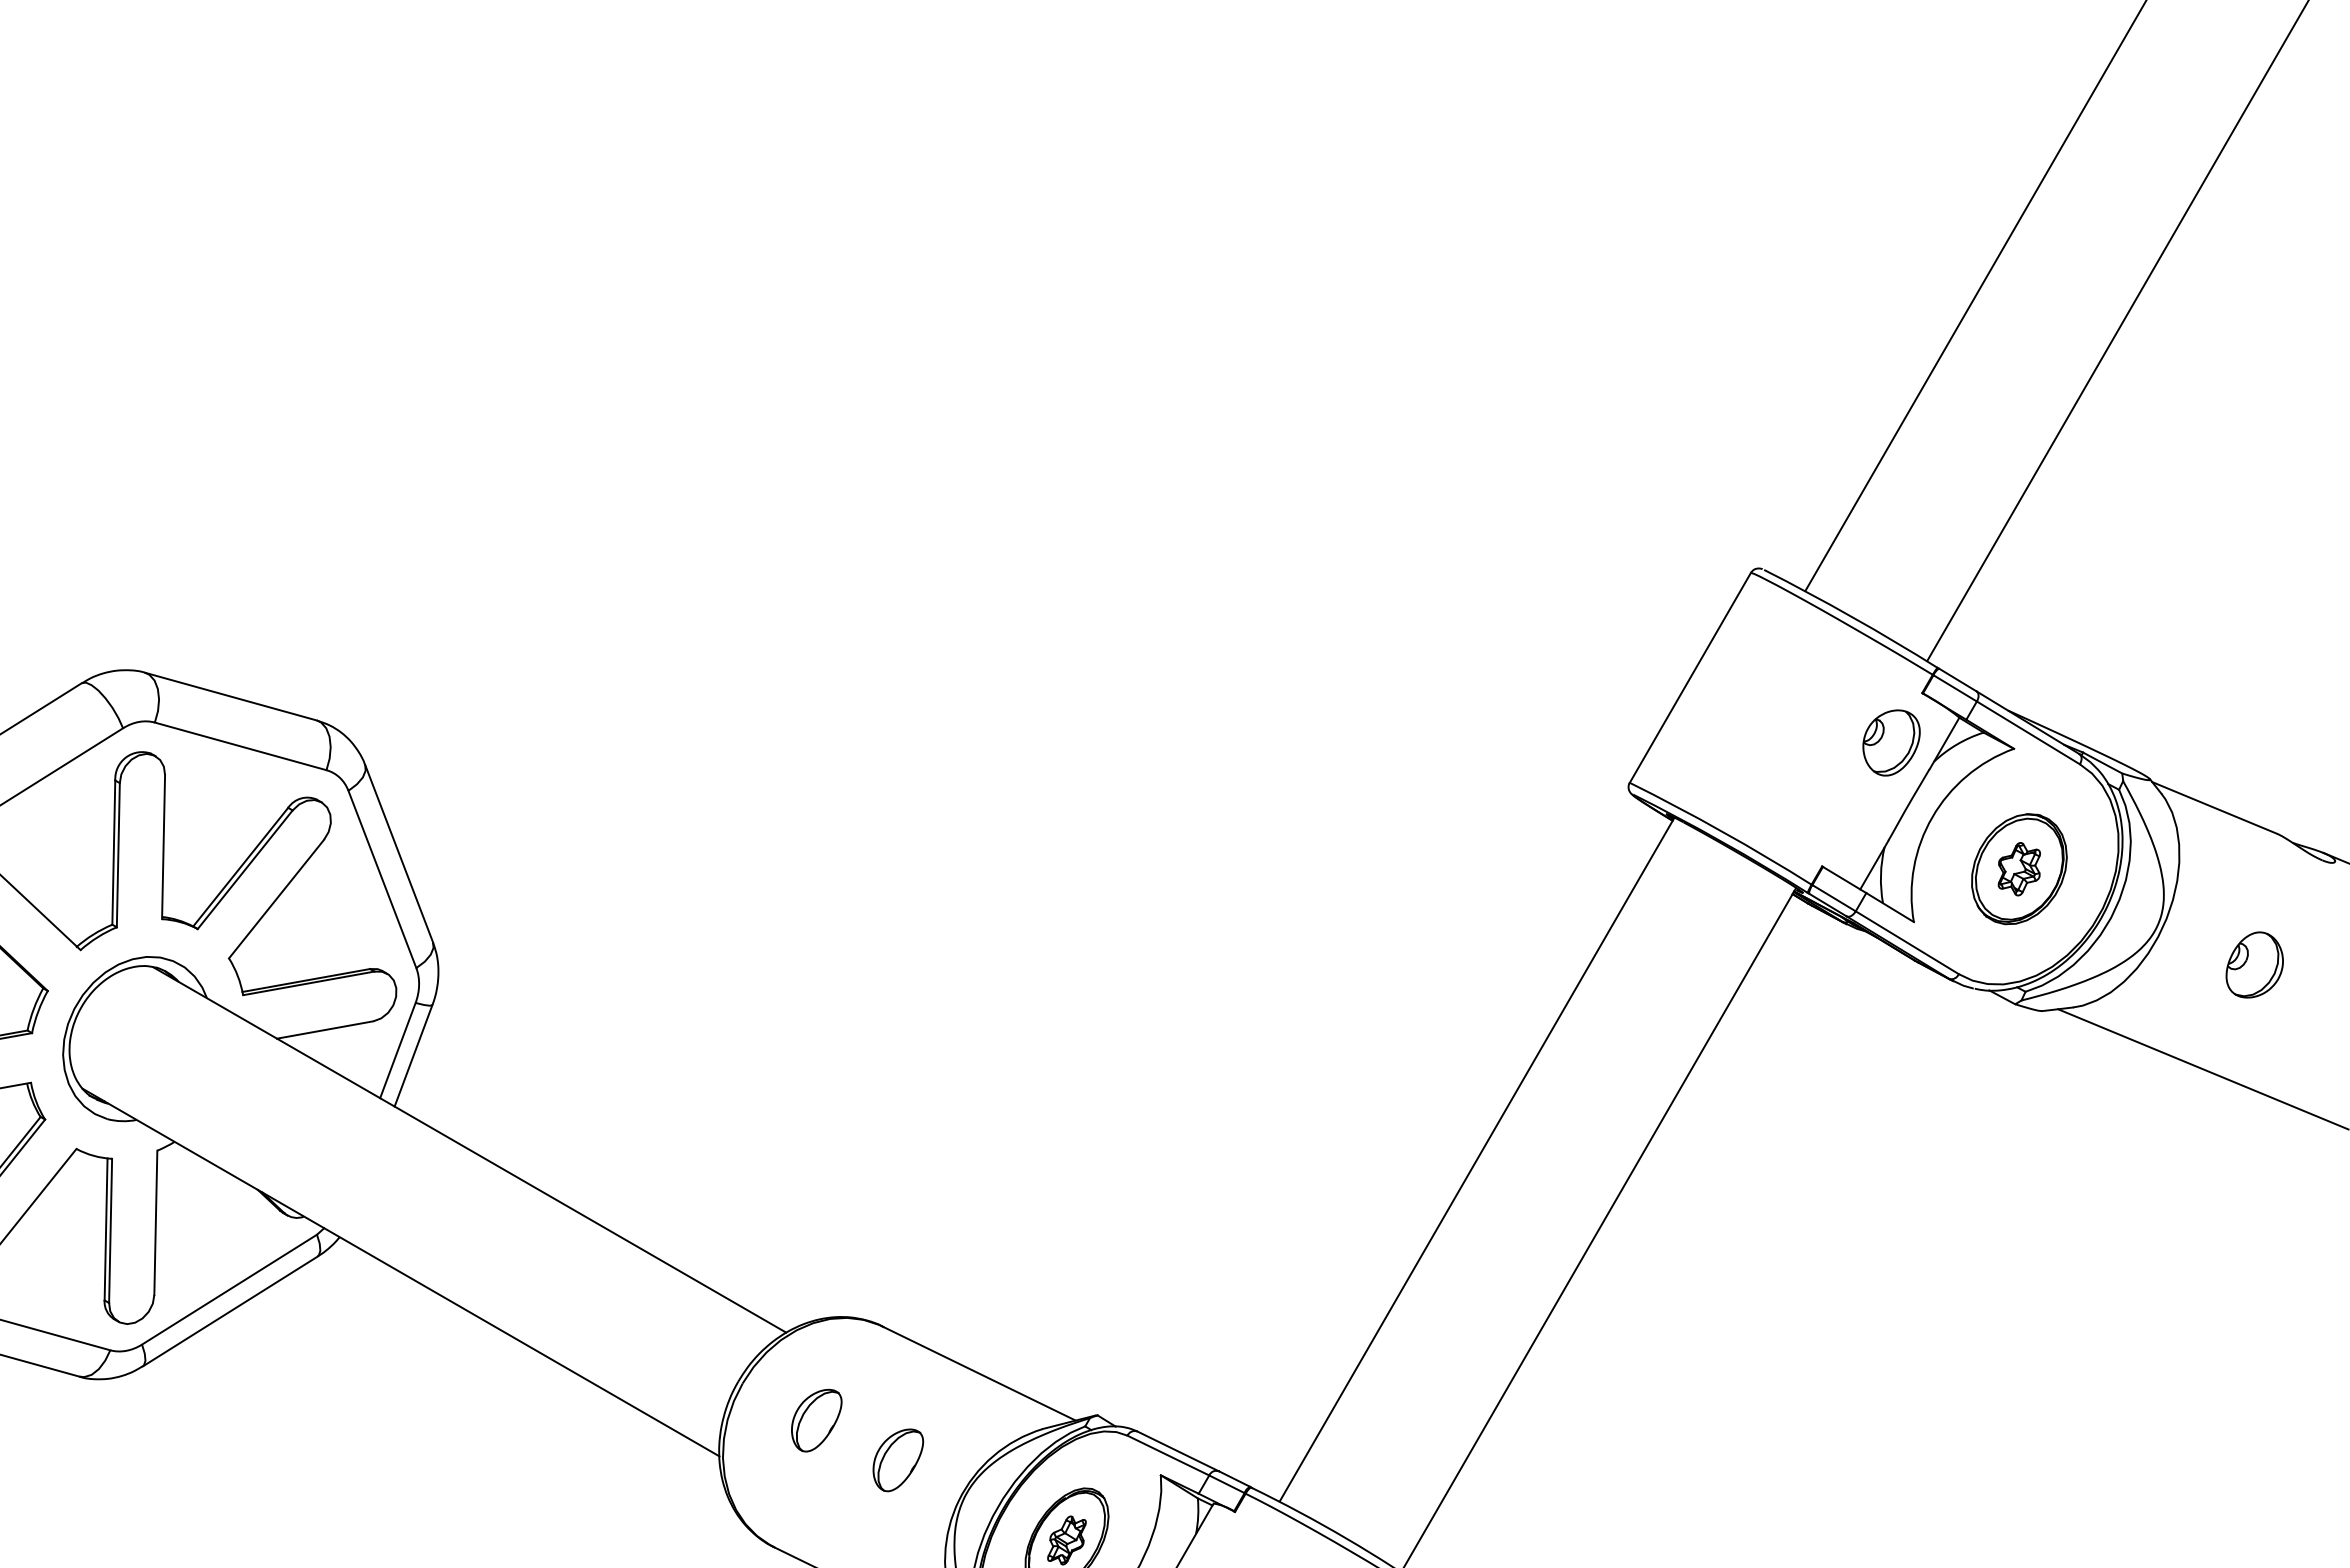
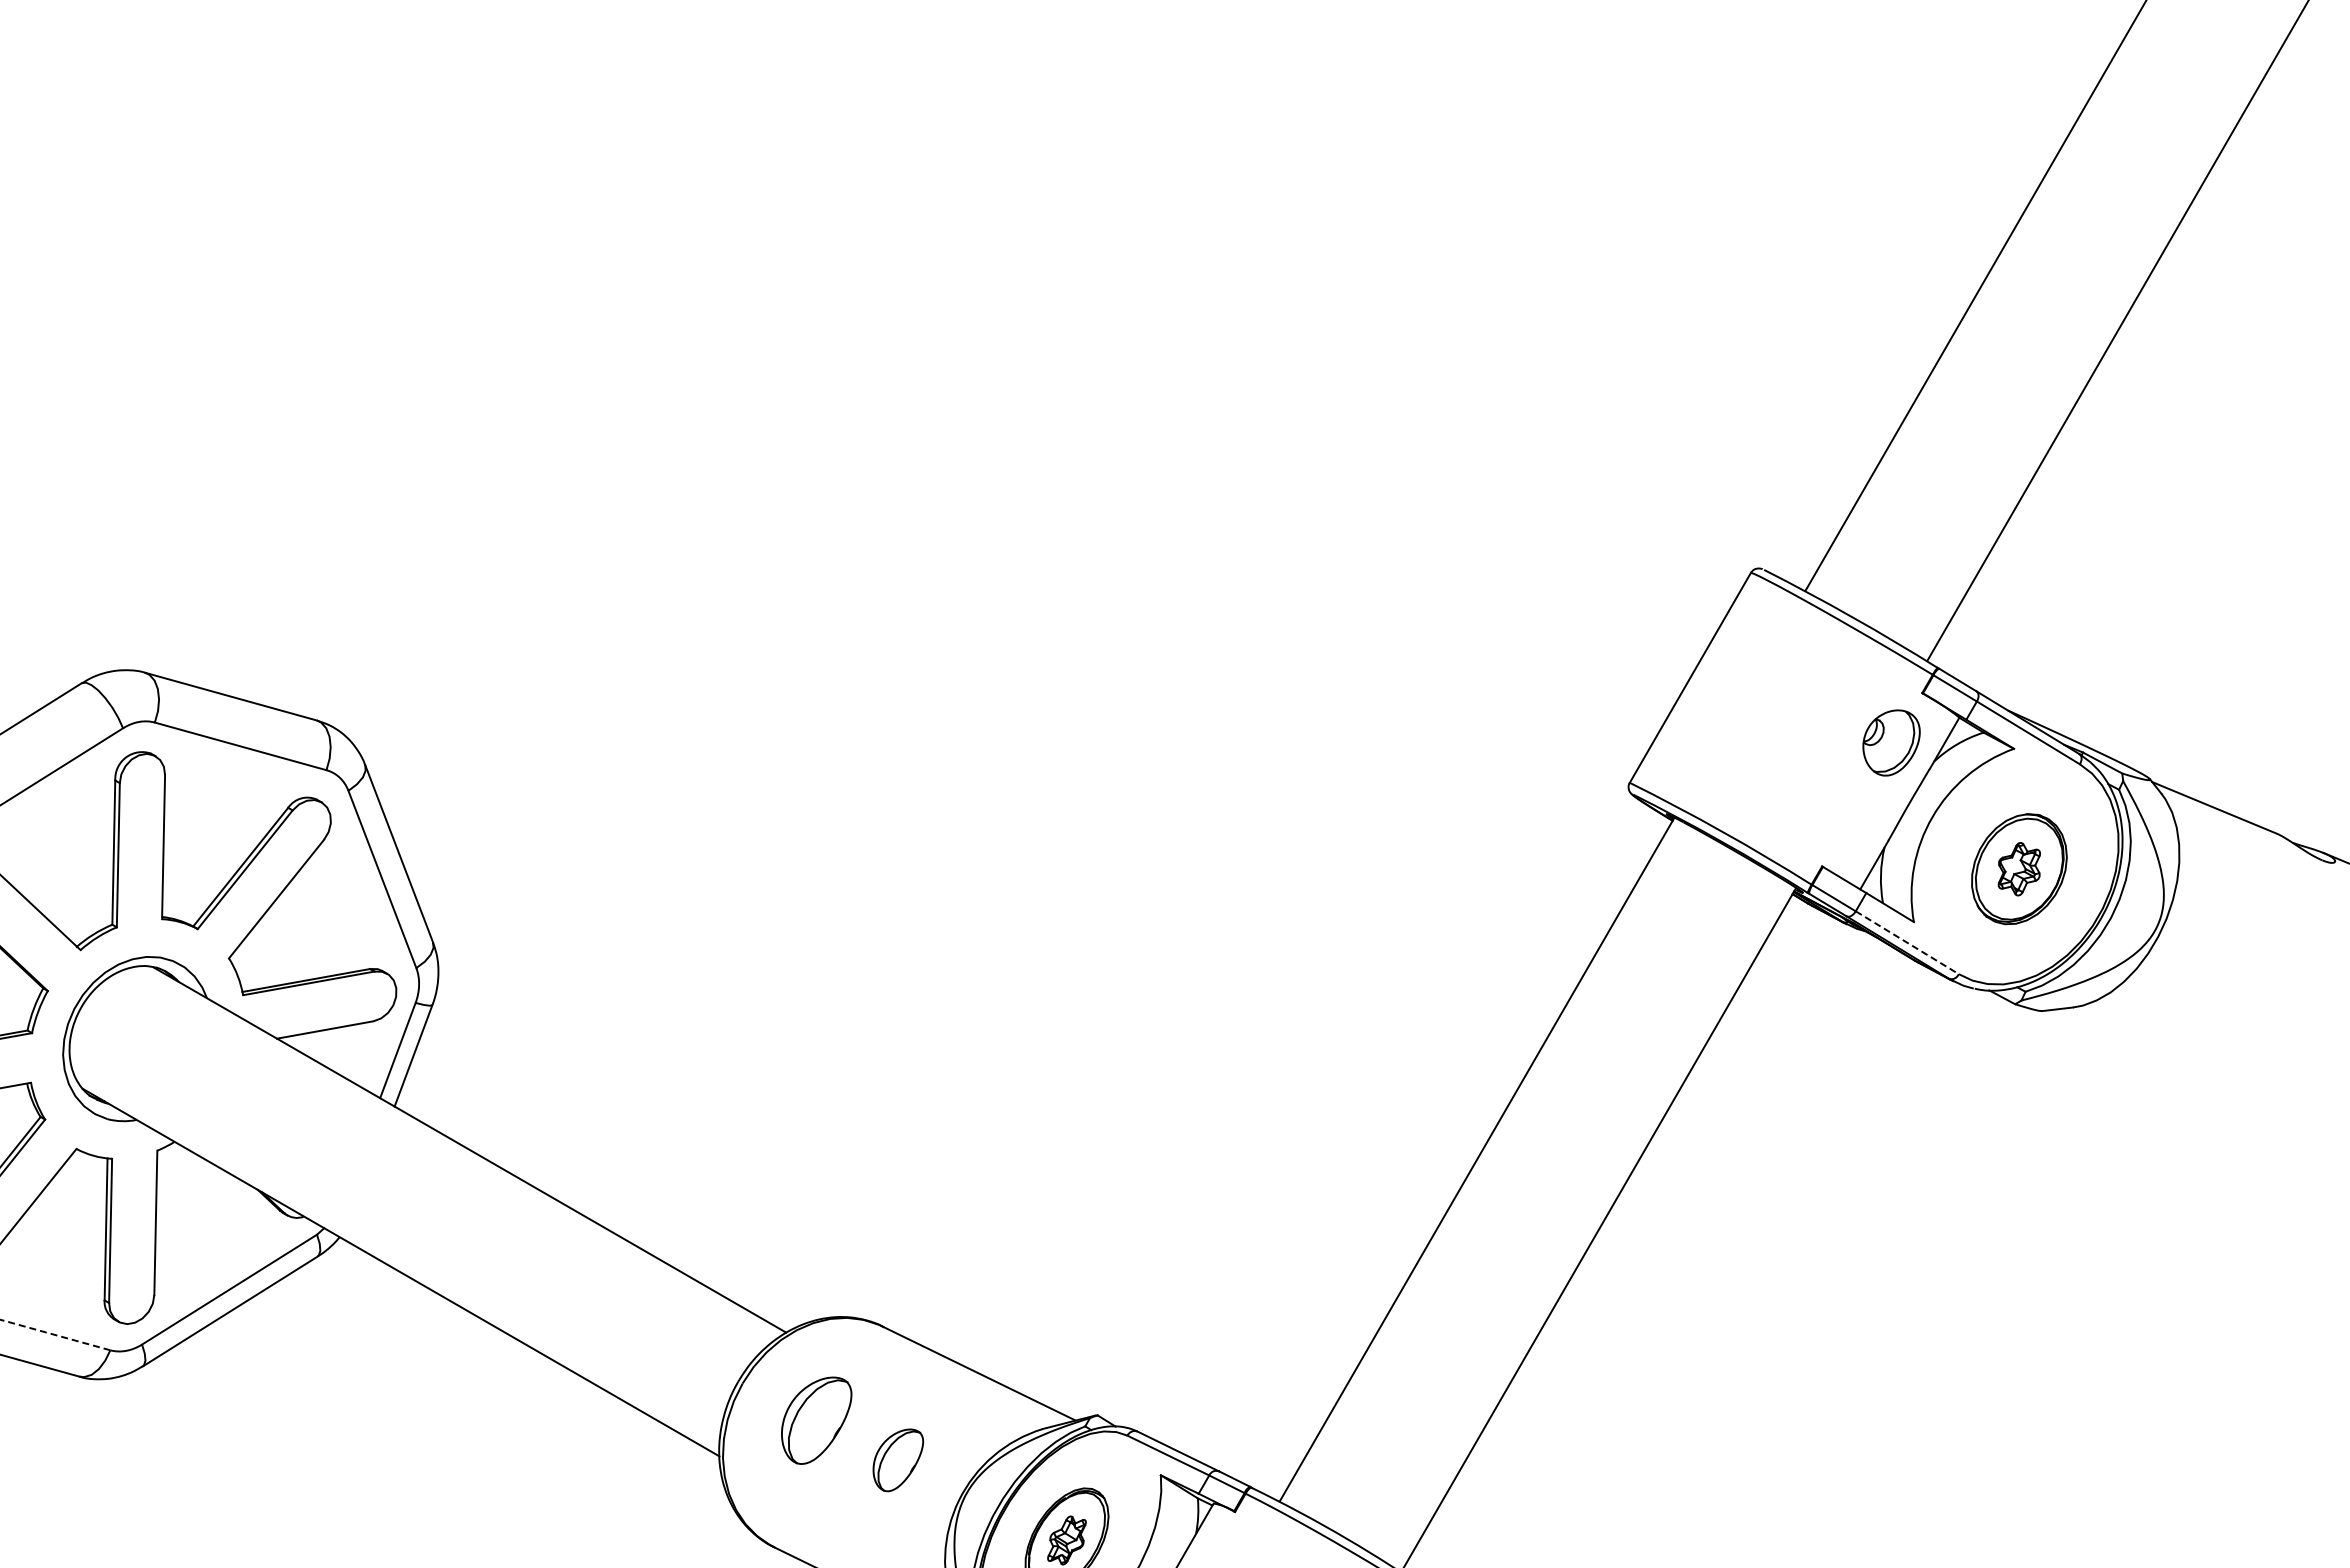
line at (1907, 943): solid -> dashed
part at (2254, 964): present -> none
line at (2202, 1068): present -> none
line at (54, 1334): solid -> dashed
part at (816, 1420) size: 52x65 px -> 72x89 px
